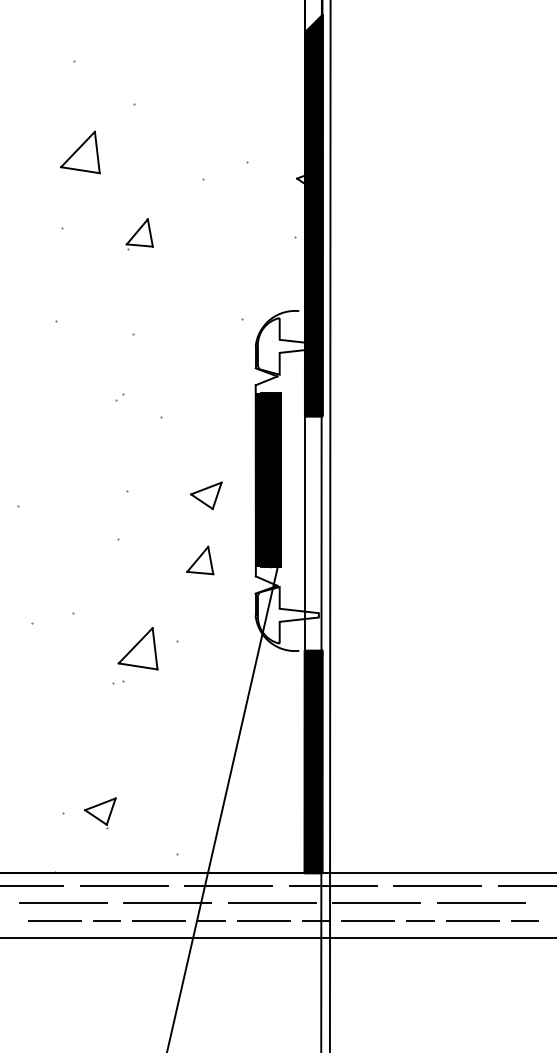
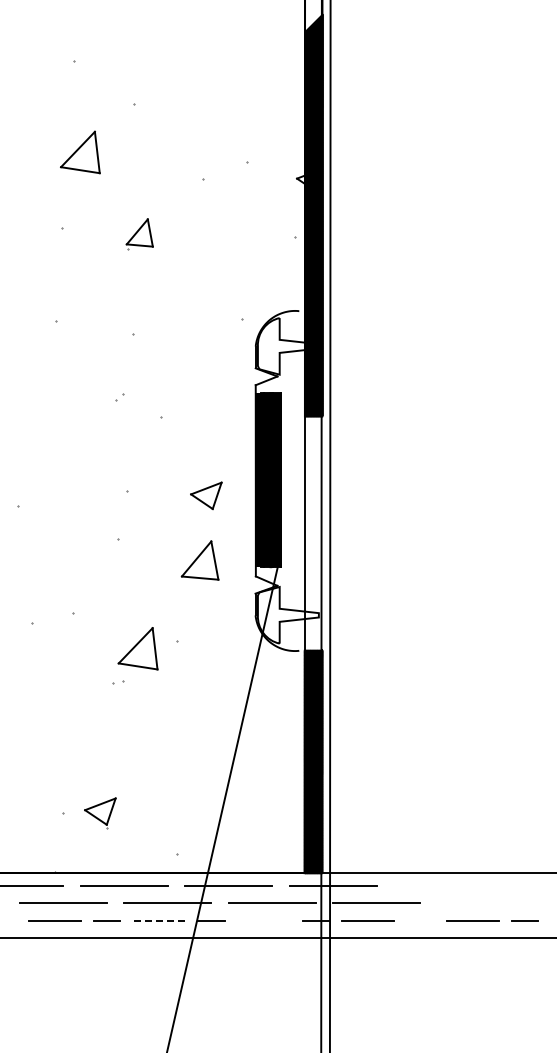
part at (200, 560) size: 29x31 px -> 40x41 px
line at (437, 885): present -> none
line at (525, 886): present -> none
line at (481, 902): present -> none
line at (158, 920): solid -> dashed
line at (263, 920): present -> none
line at (420, 920): present -> none
